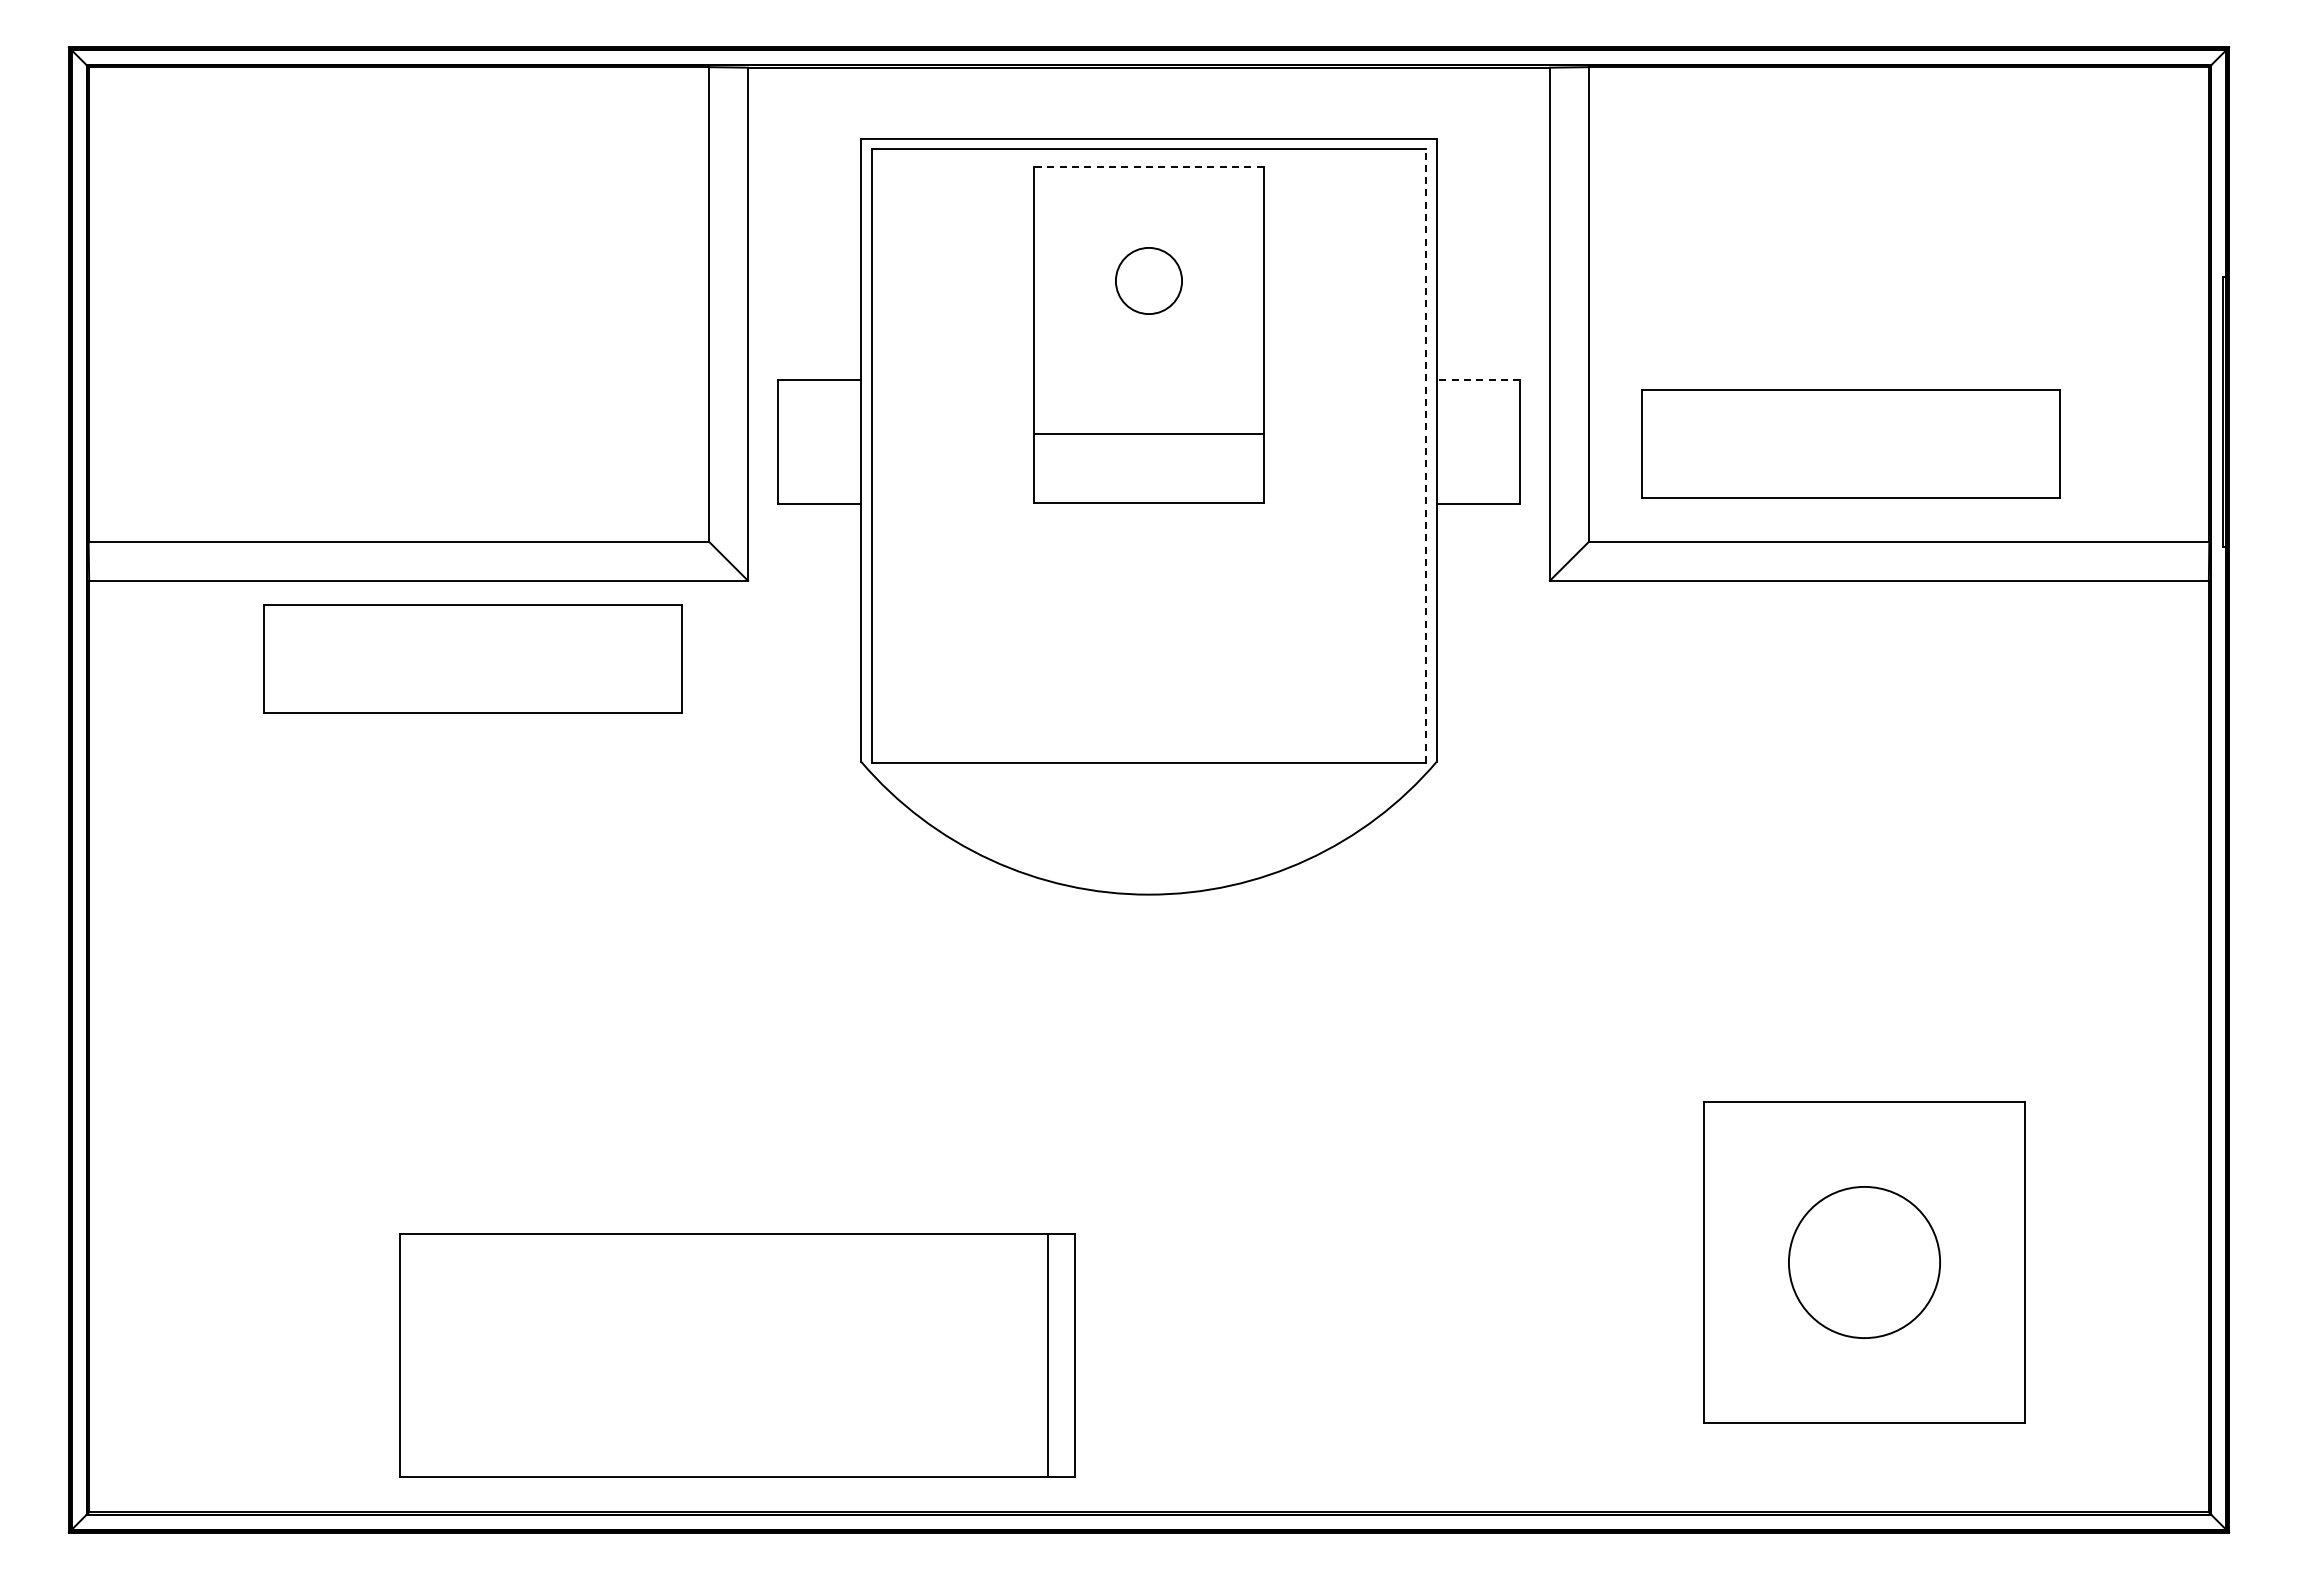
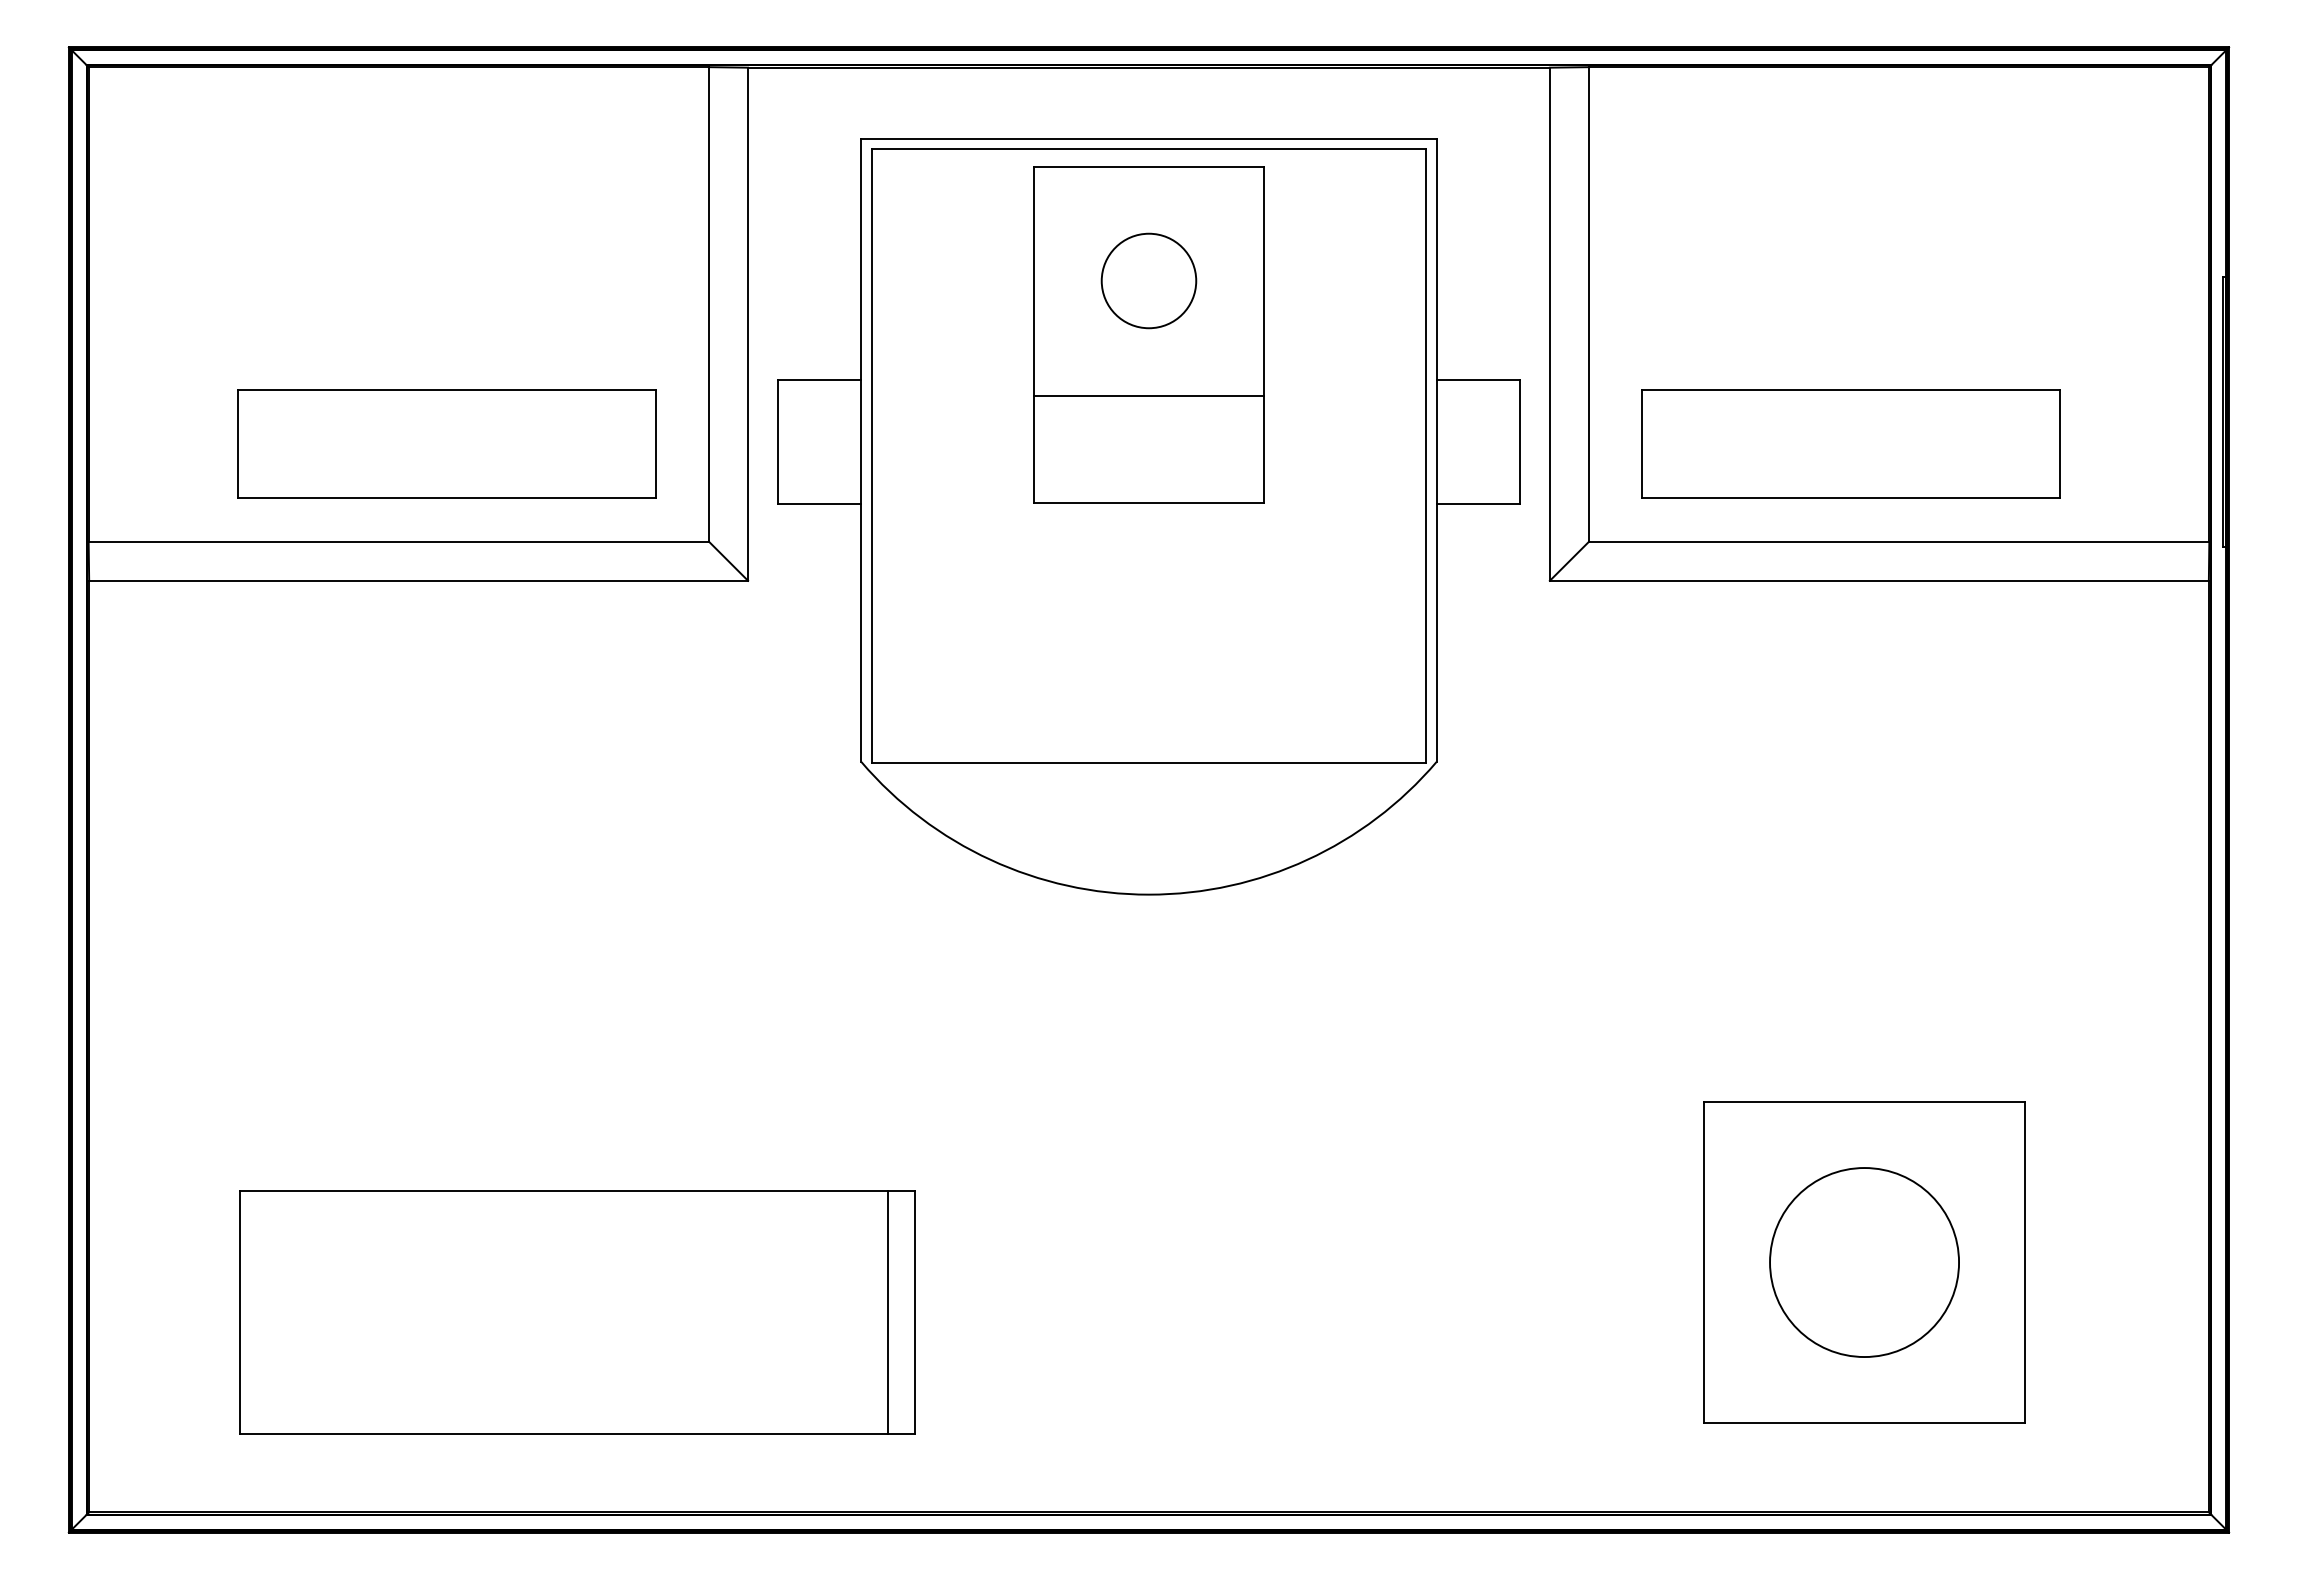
line at (1148, 166): dashed -> solid
circle at (1148, 280) diameter: 66 px -> 95 px
line at (1478, 379): dashed -> solid
line at (1148, 434) position: (1148, 434) -> (1148, 396)
line at (1425, 455): dashed -> solid
part at (472, 658) position: (472, 658) -> (446, 443)
circle at (1864, 1262) diameter: 151 px -> 189 px
part at (737, 1355) position: (737, 1355) -> (577, 1312)
